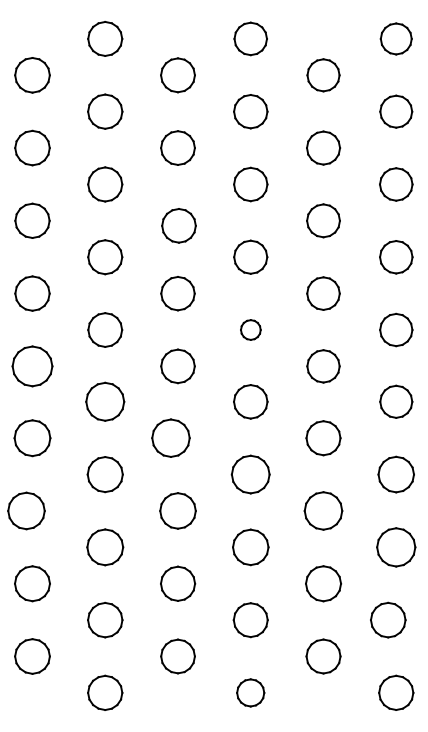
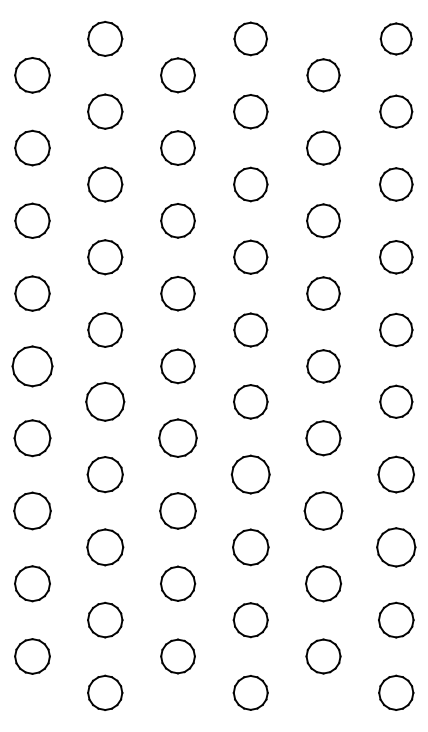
part at (178, 225) position: (178, 225) -> (177, 220)
part at (250, 329) size: 22x22 px -> 36x36 px
part at (170, 437) position: (170, 437) -> (177, 437)
part at (26, 510) position: (26, 510) -> (32, 510)
part at (388, 619) position: (388, 619) -> (396, 619)
part at (250, 692) size: 30x30 px -> 37x36 px
